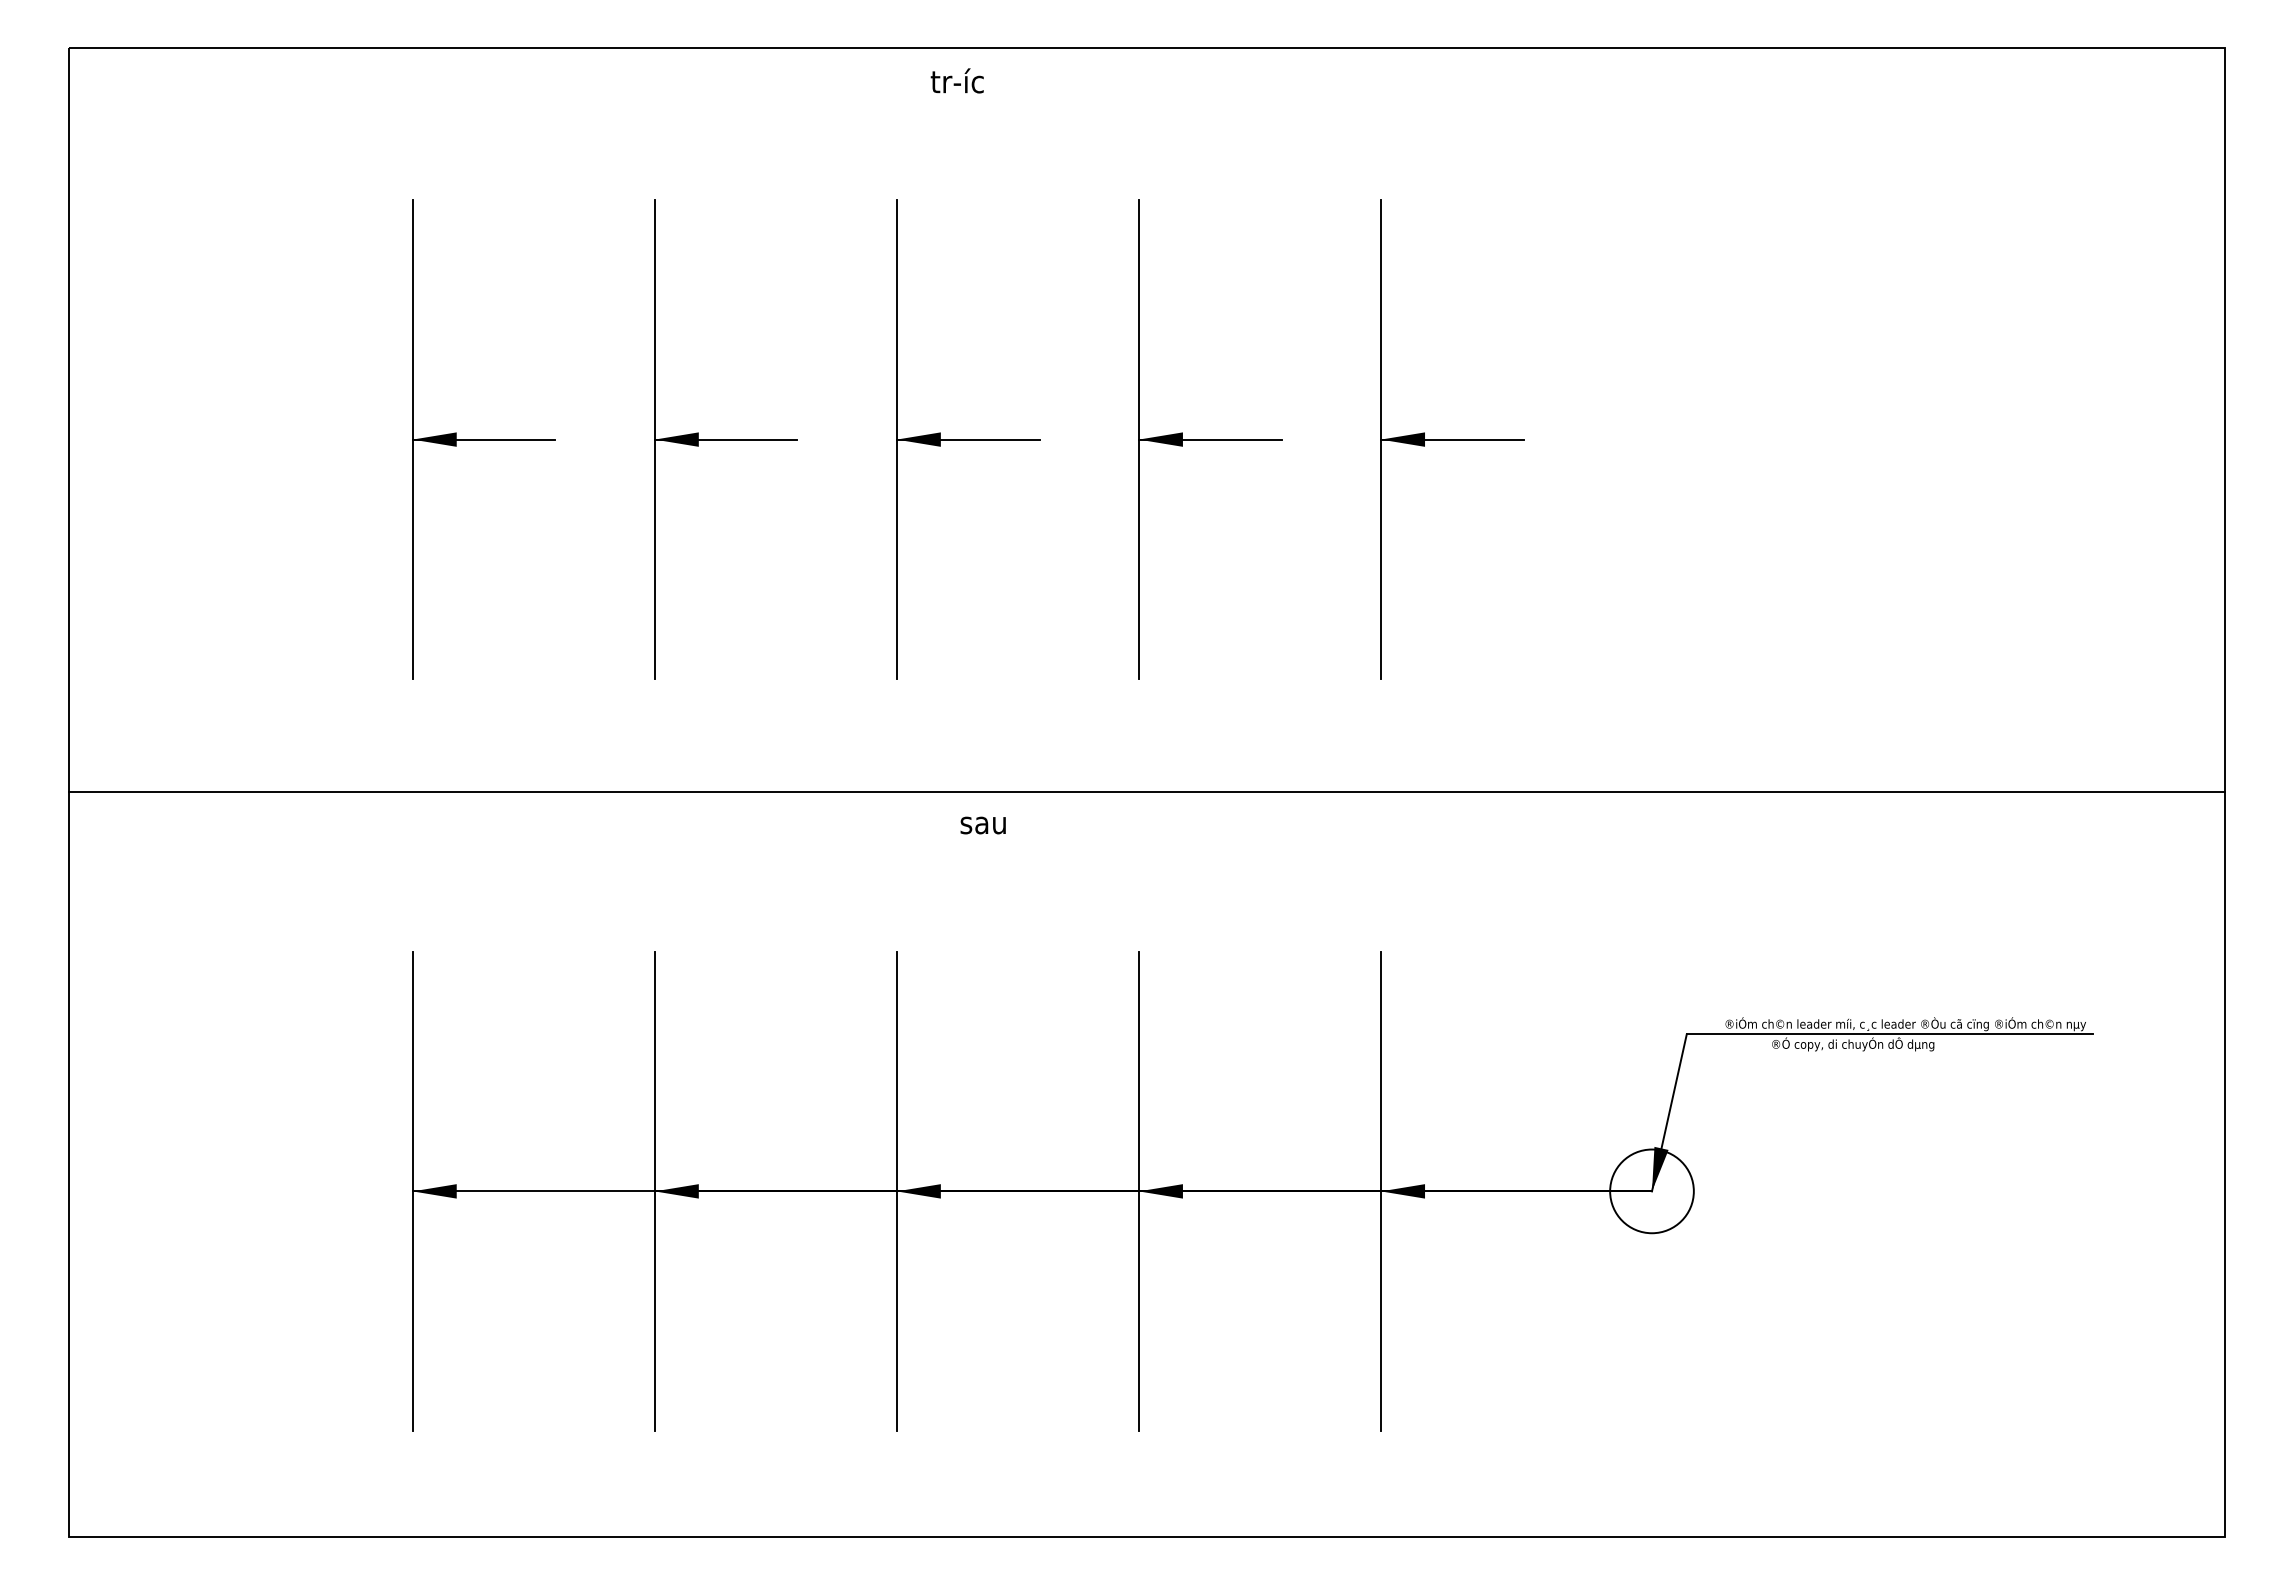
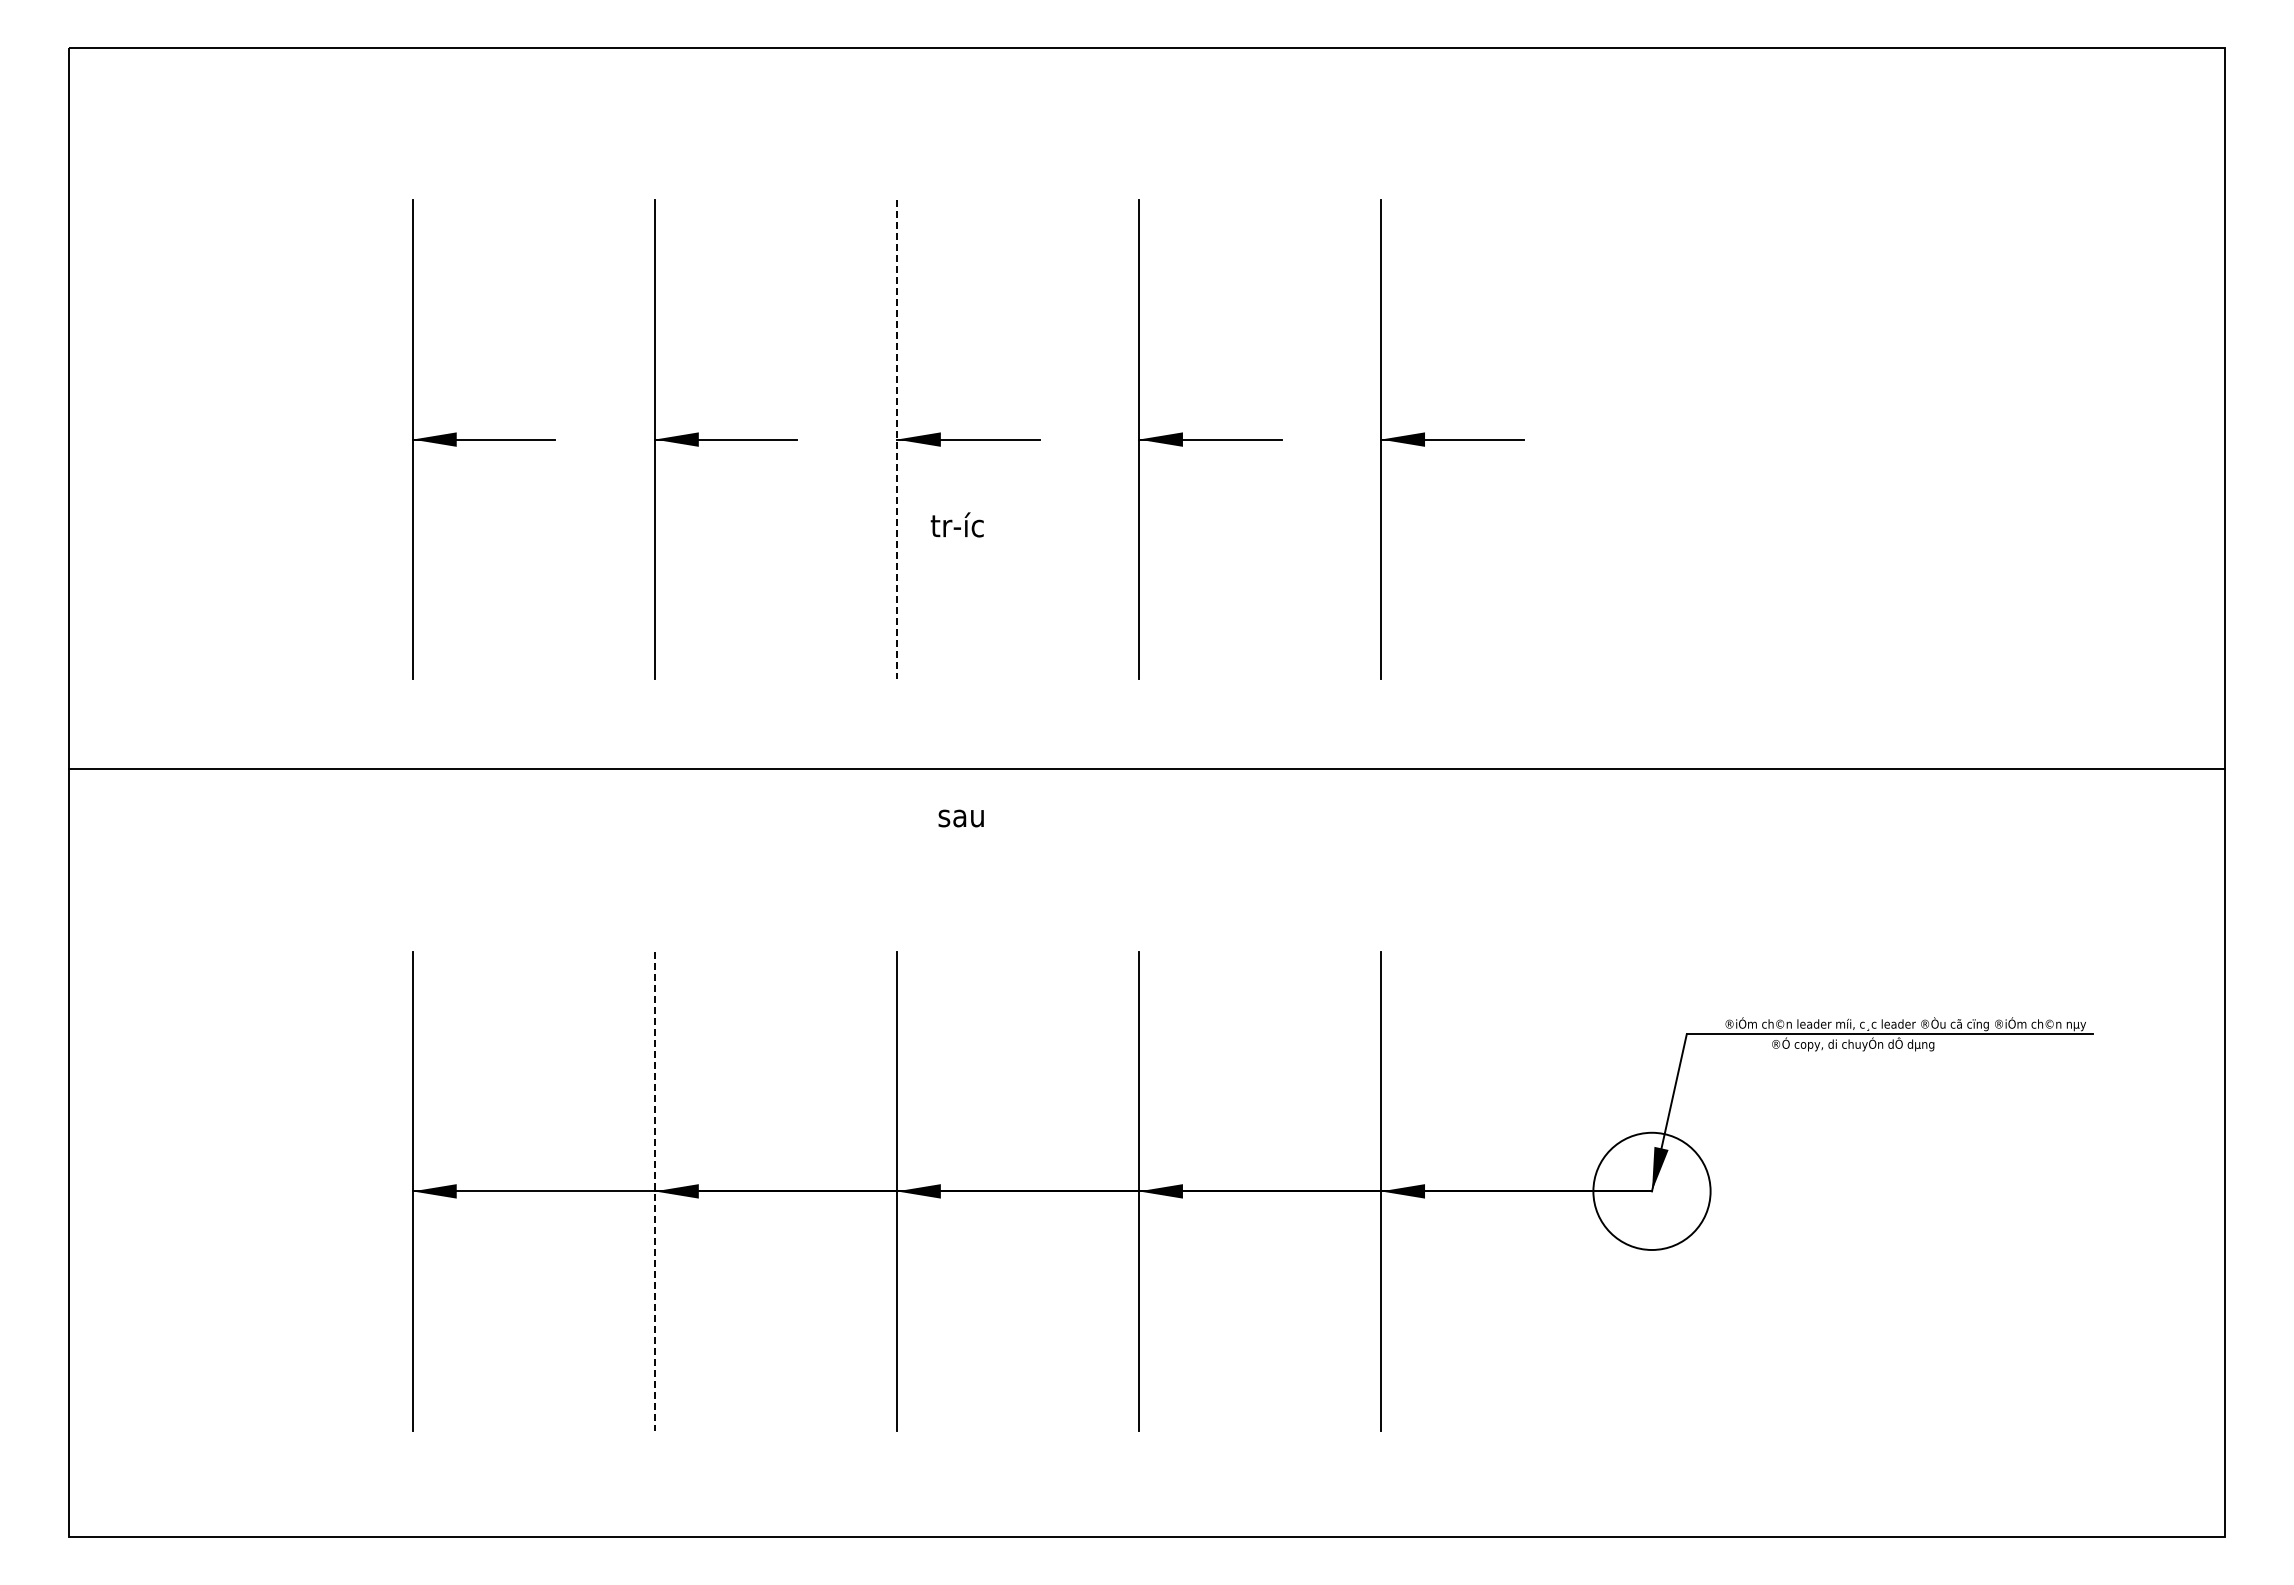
text at (956, 80) position: (956, 80) -> (956, 524)
line at (896, 439): solid -> dashed
line at (1146, 792) position: (1146, 792) -> (1146, 769)
text at (982, 825) position: (982, 825) -> (960, 818)
line at (654, 1191): solid -> dashed
circle at (1651, 1191) diameter: 84 px -> 117 px
